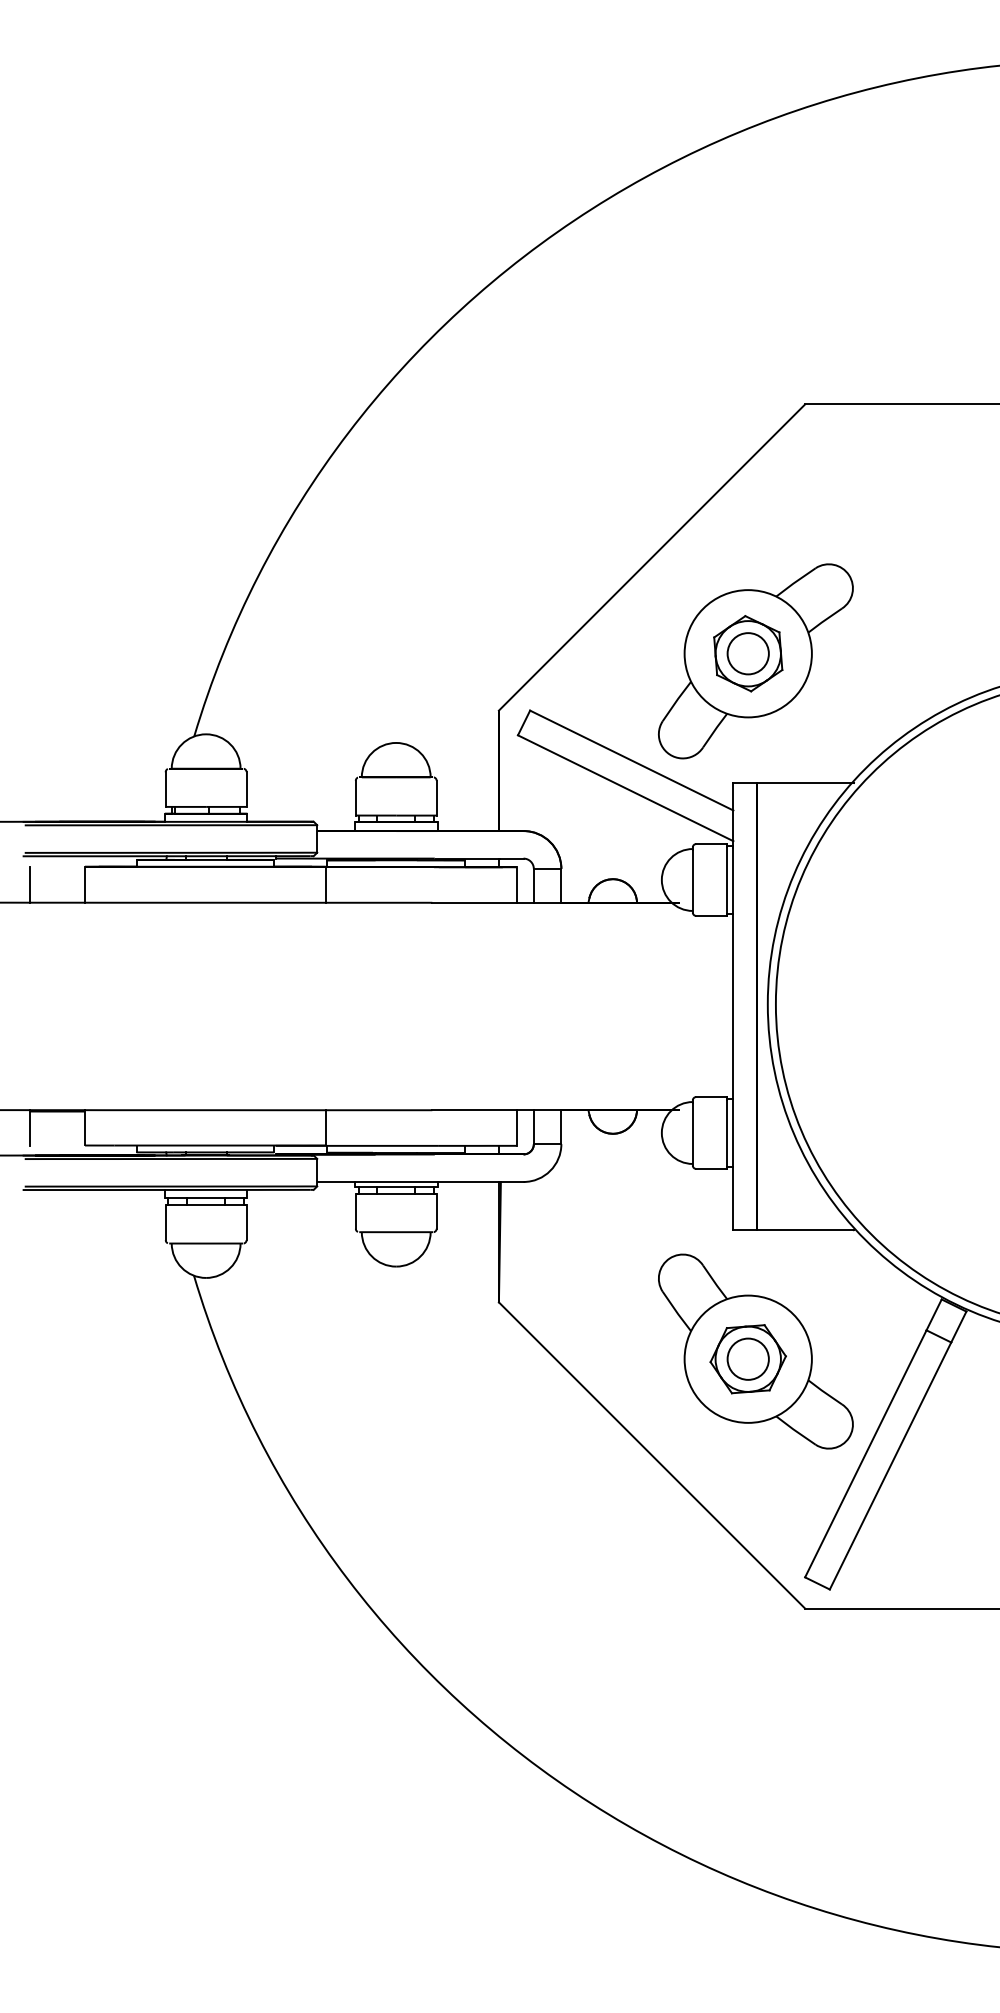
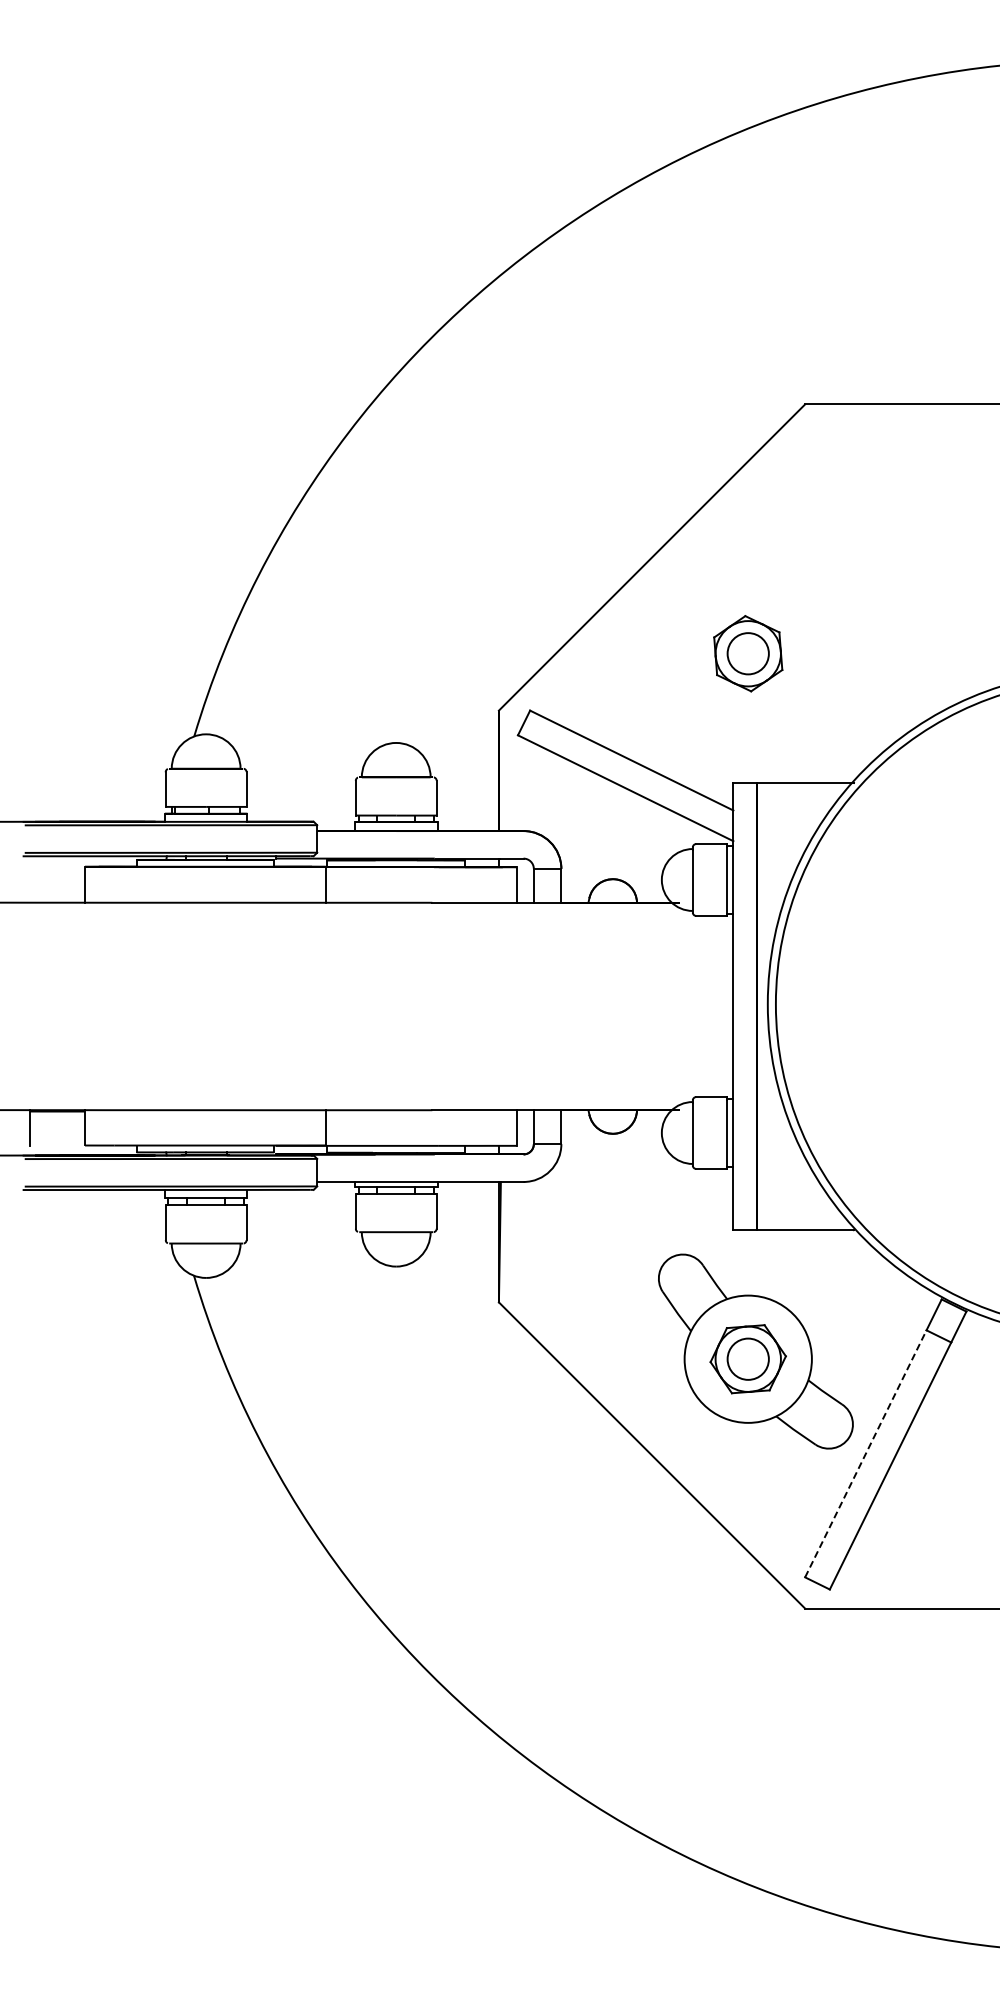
part at (755, 661): present -> none
line at (29, 884): present -> none
line at (865, 1453): solid -> dashed
